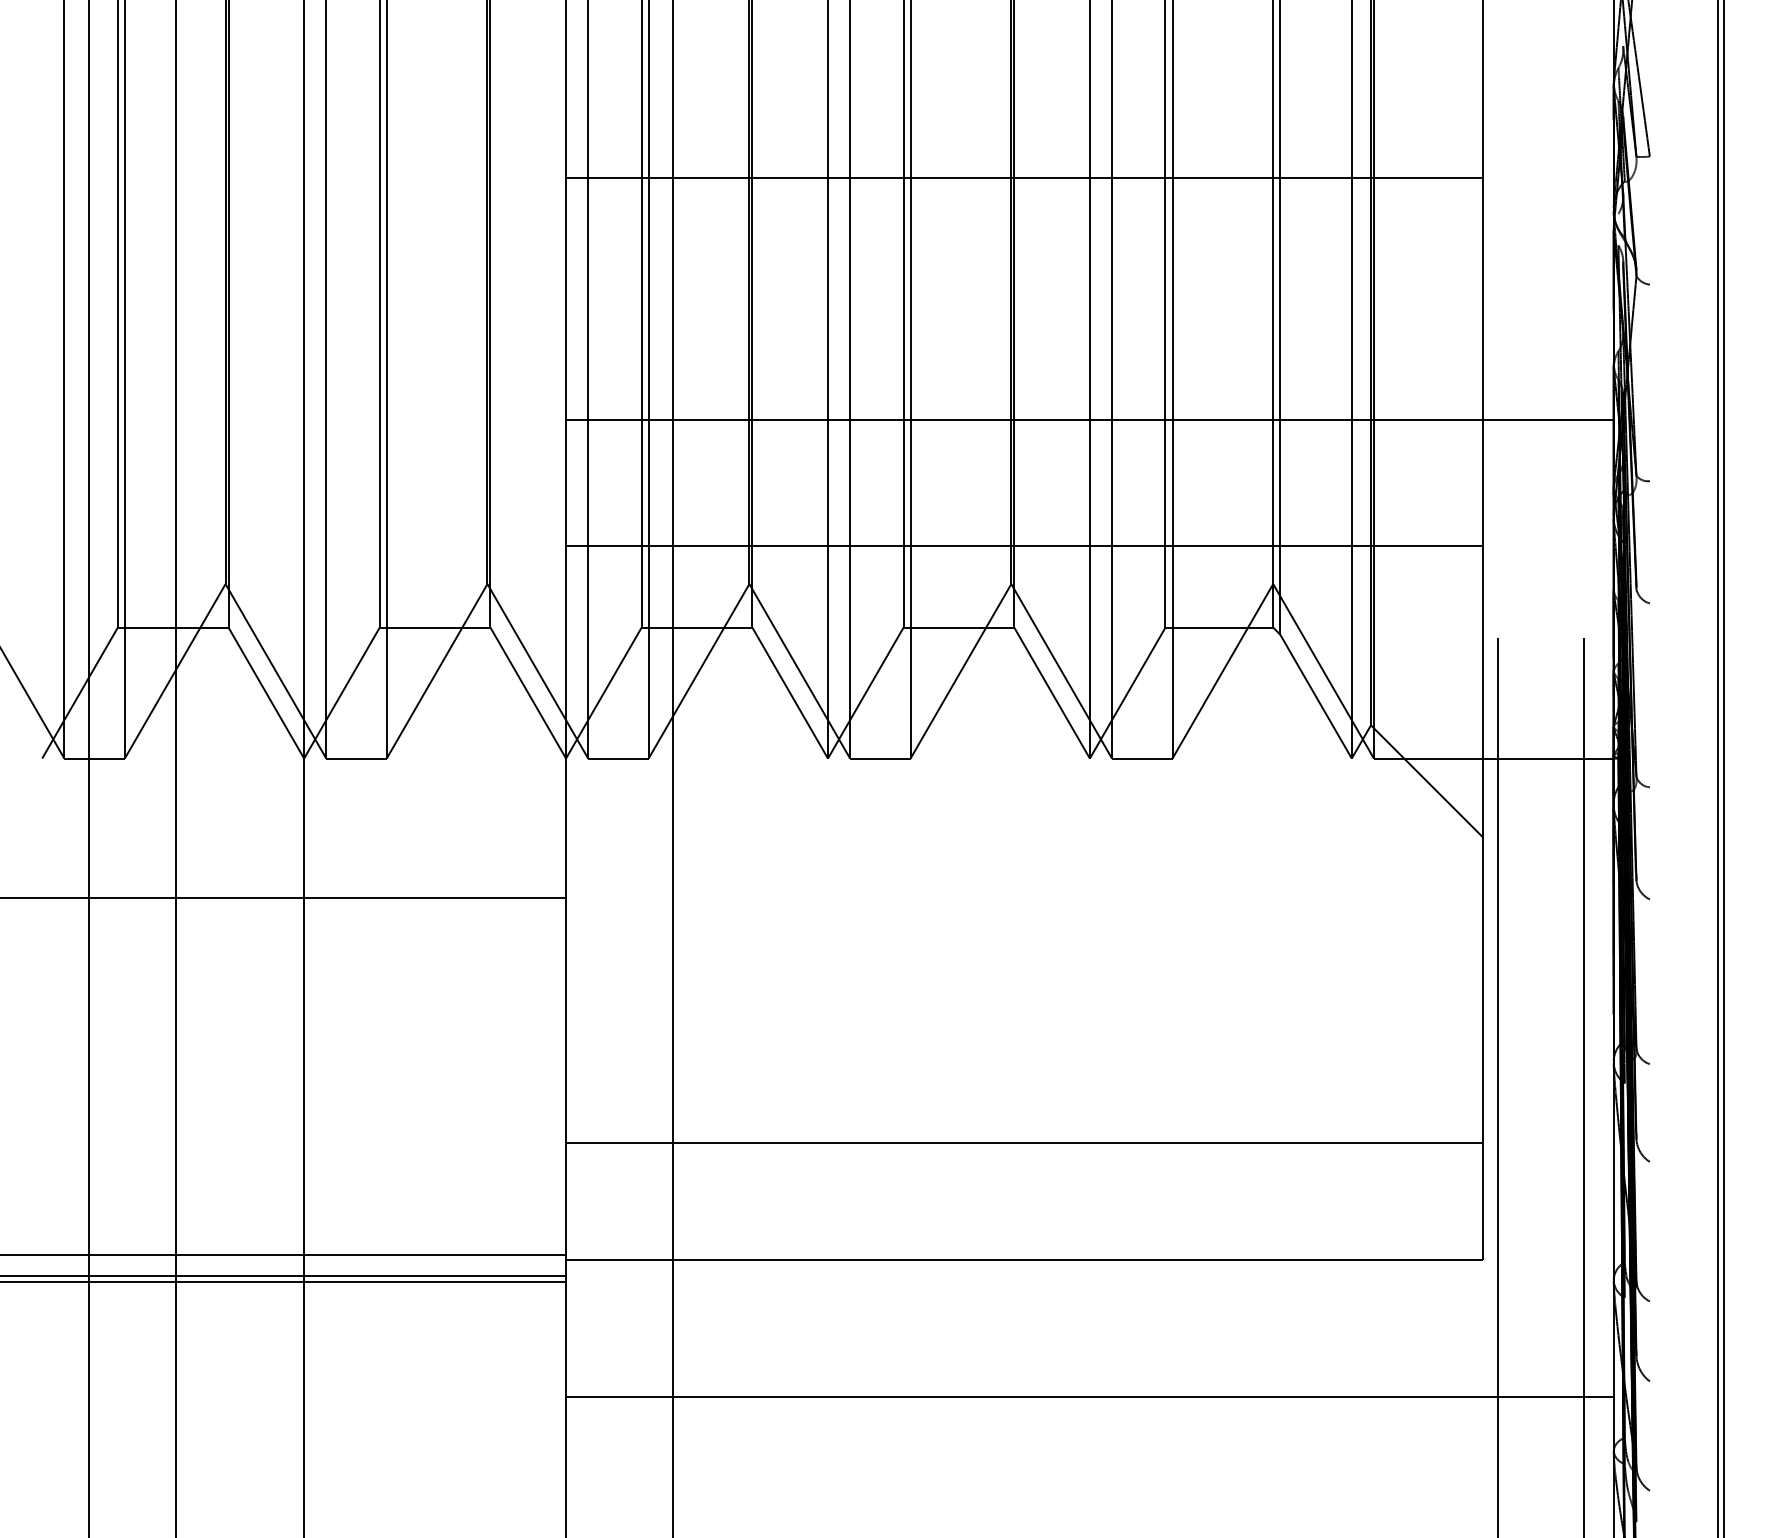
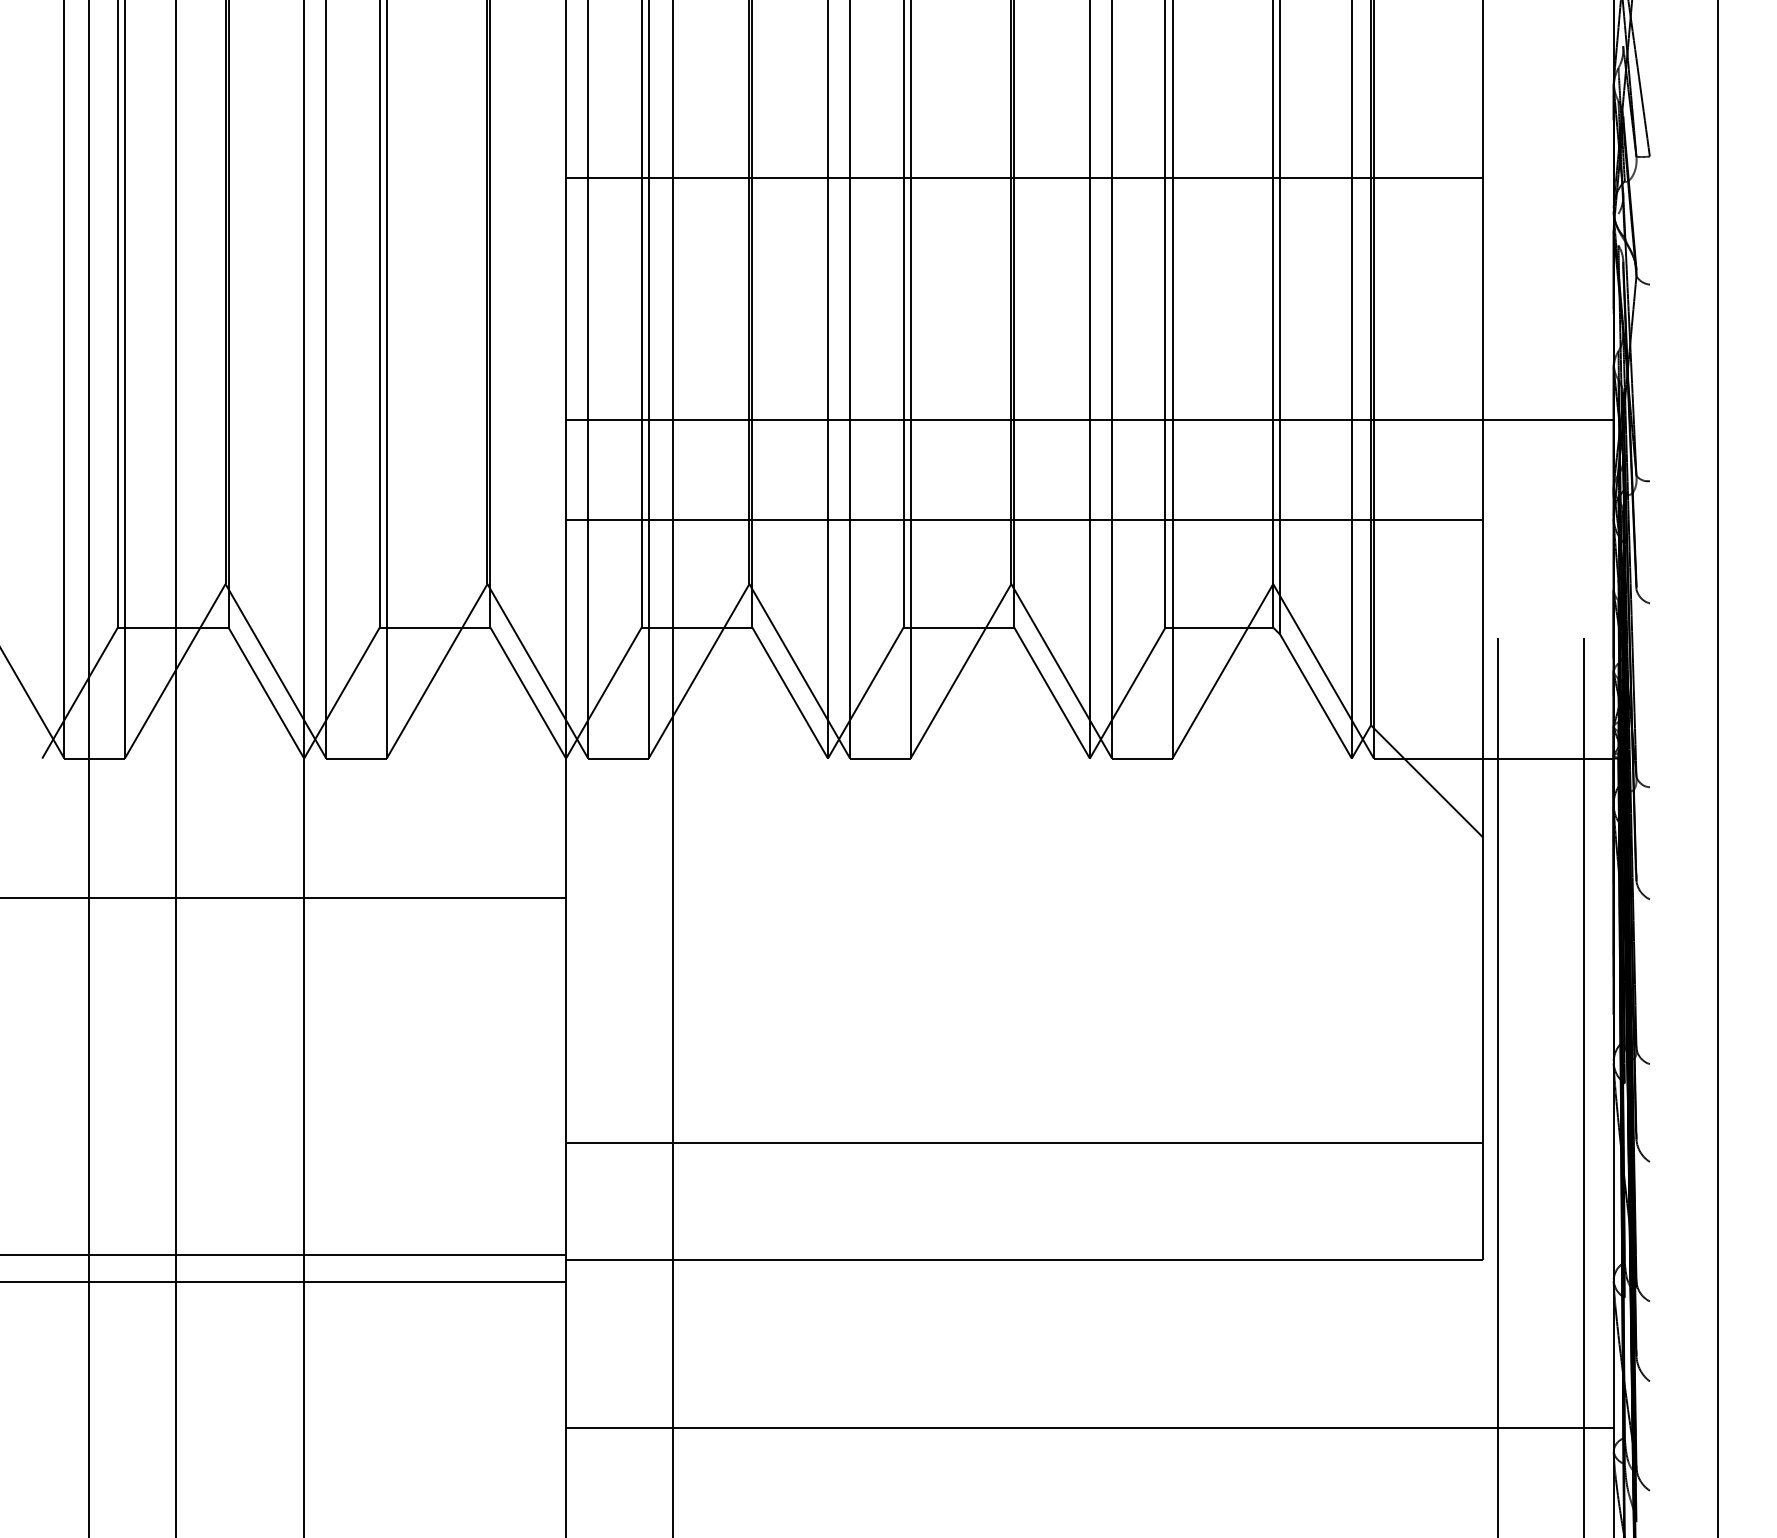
line at (1024, 545) position: (1024, 545) -> (1024, 519)
line at (1723, 768): present -> none
line at (284, 1275): present -> none
line at (1089, 1397) position: (1089, 1397) -> (1089, 1428)
